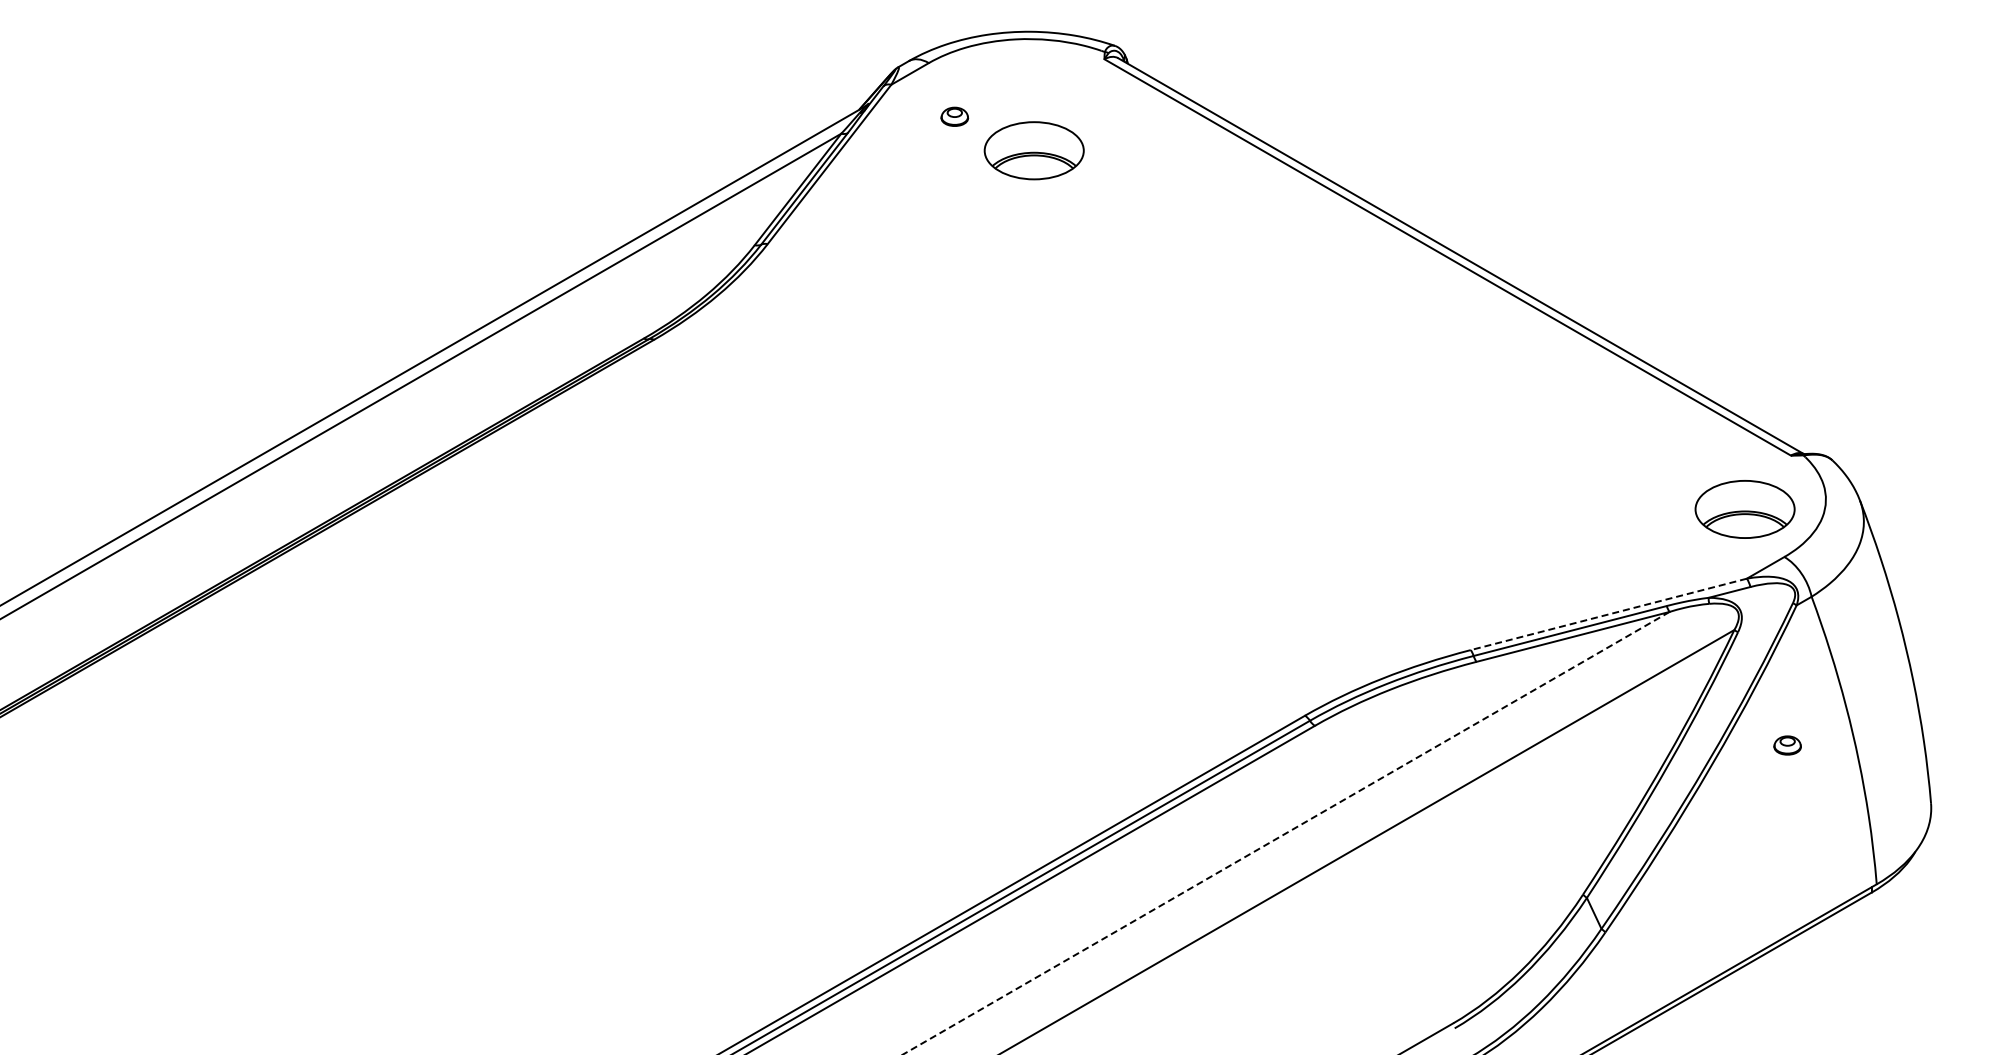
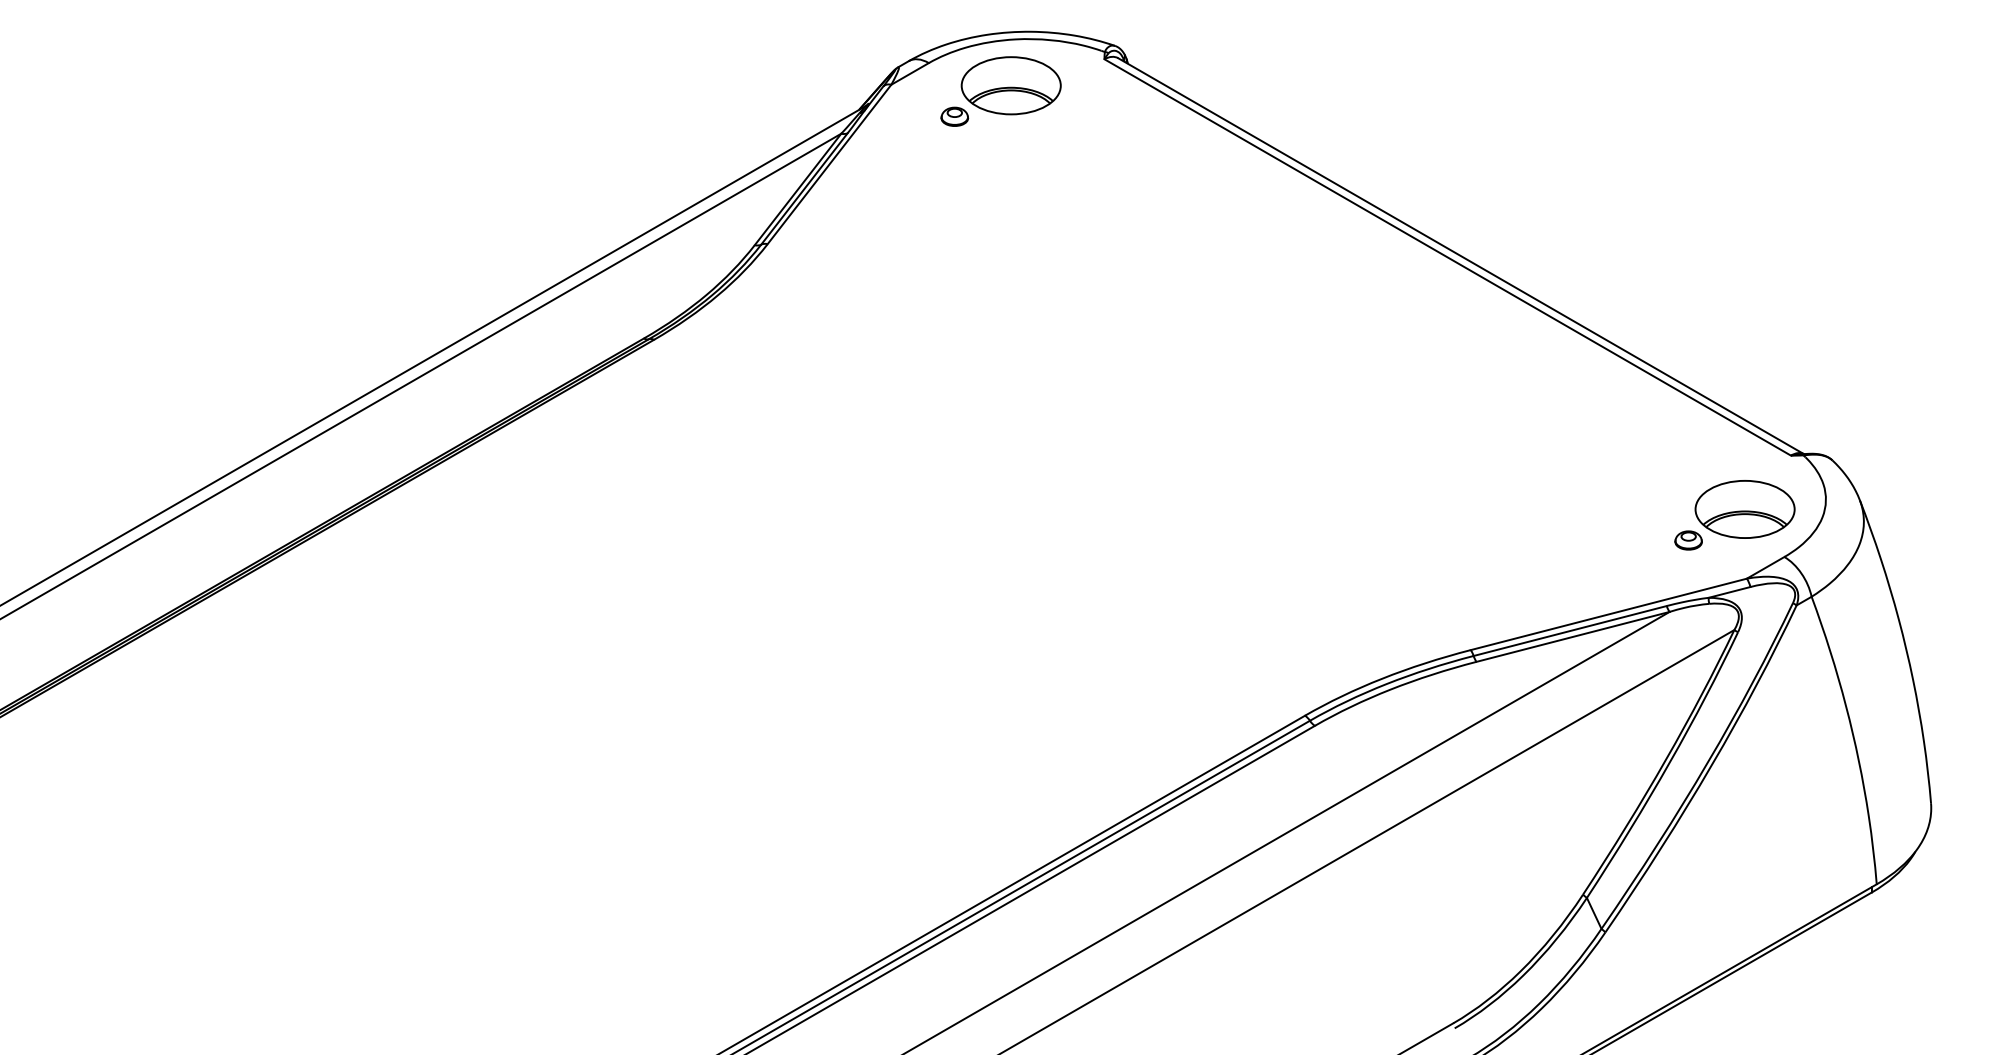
part at (1033, 150) position: (1033, 150) -> (1010, 85)
line at (1608, 614): dashed -> solid
part at (1787, 745) position: (1787, 745) -> (1688, 540)
line at (1286, 833): dashed -> solid
